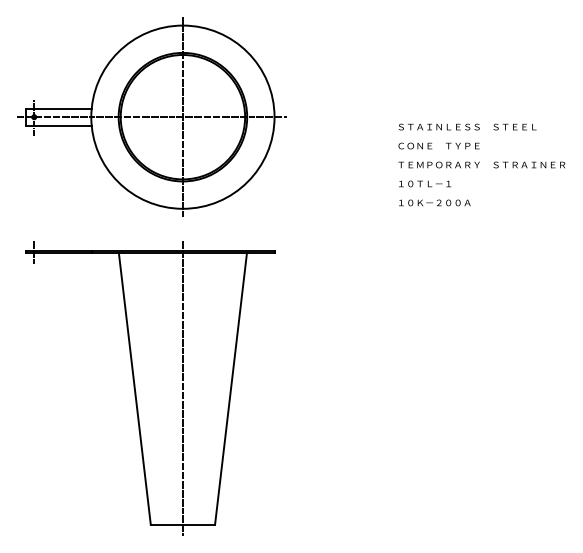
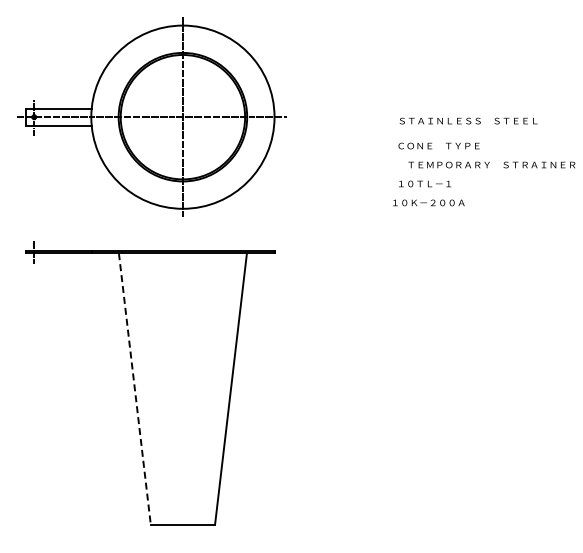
text at (467, 126) position: (467, 126) -> (468, 120)
text at (481, 164) position: (481, 164) -> (491, 164)
text at (434, 202) position: (434, 202) -> (428, 202)
line at (134, 388): solid -> dashed
line at (182, 388): present -> none
